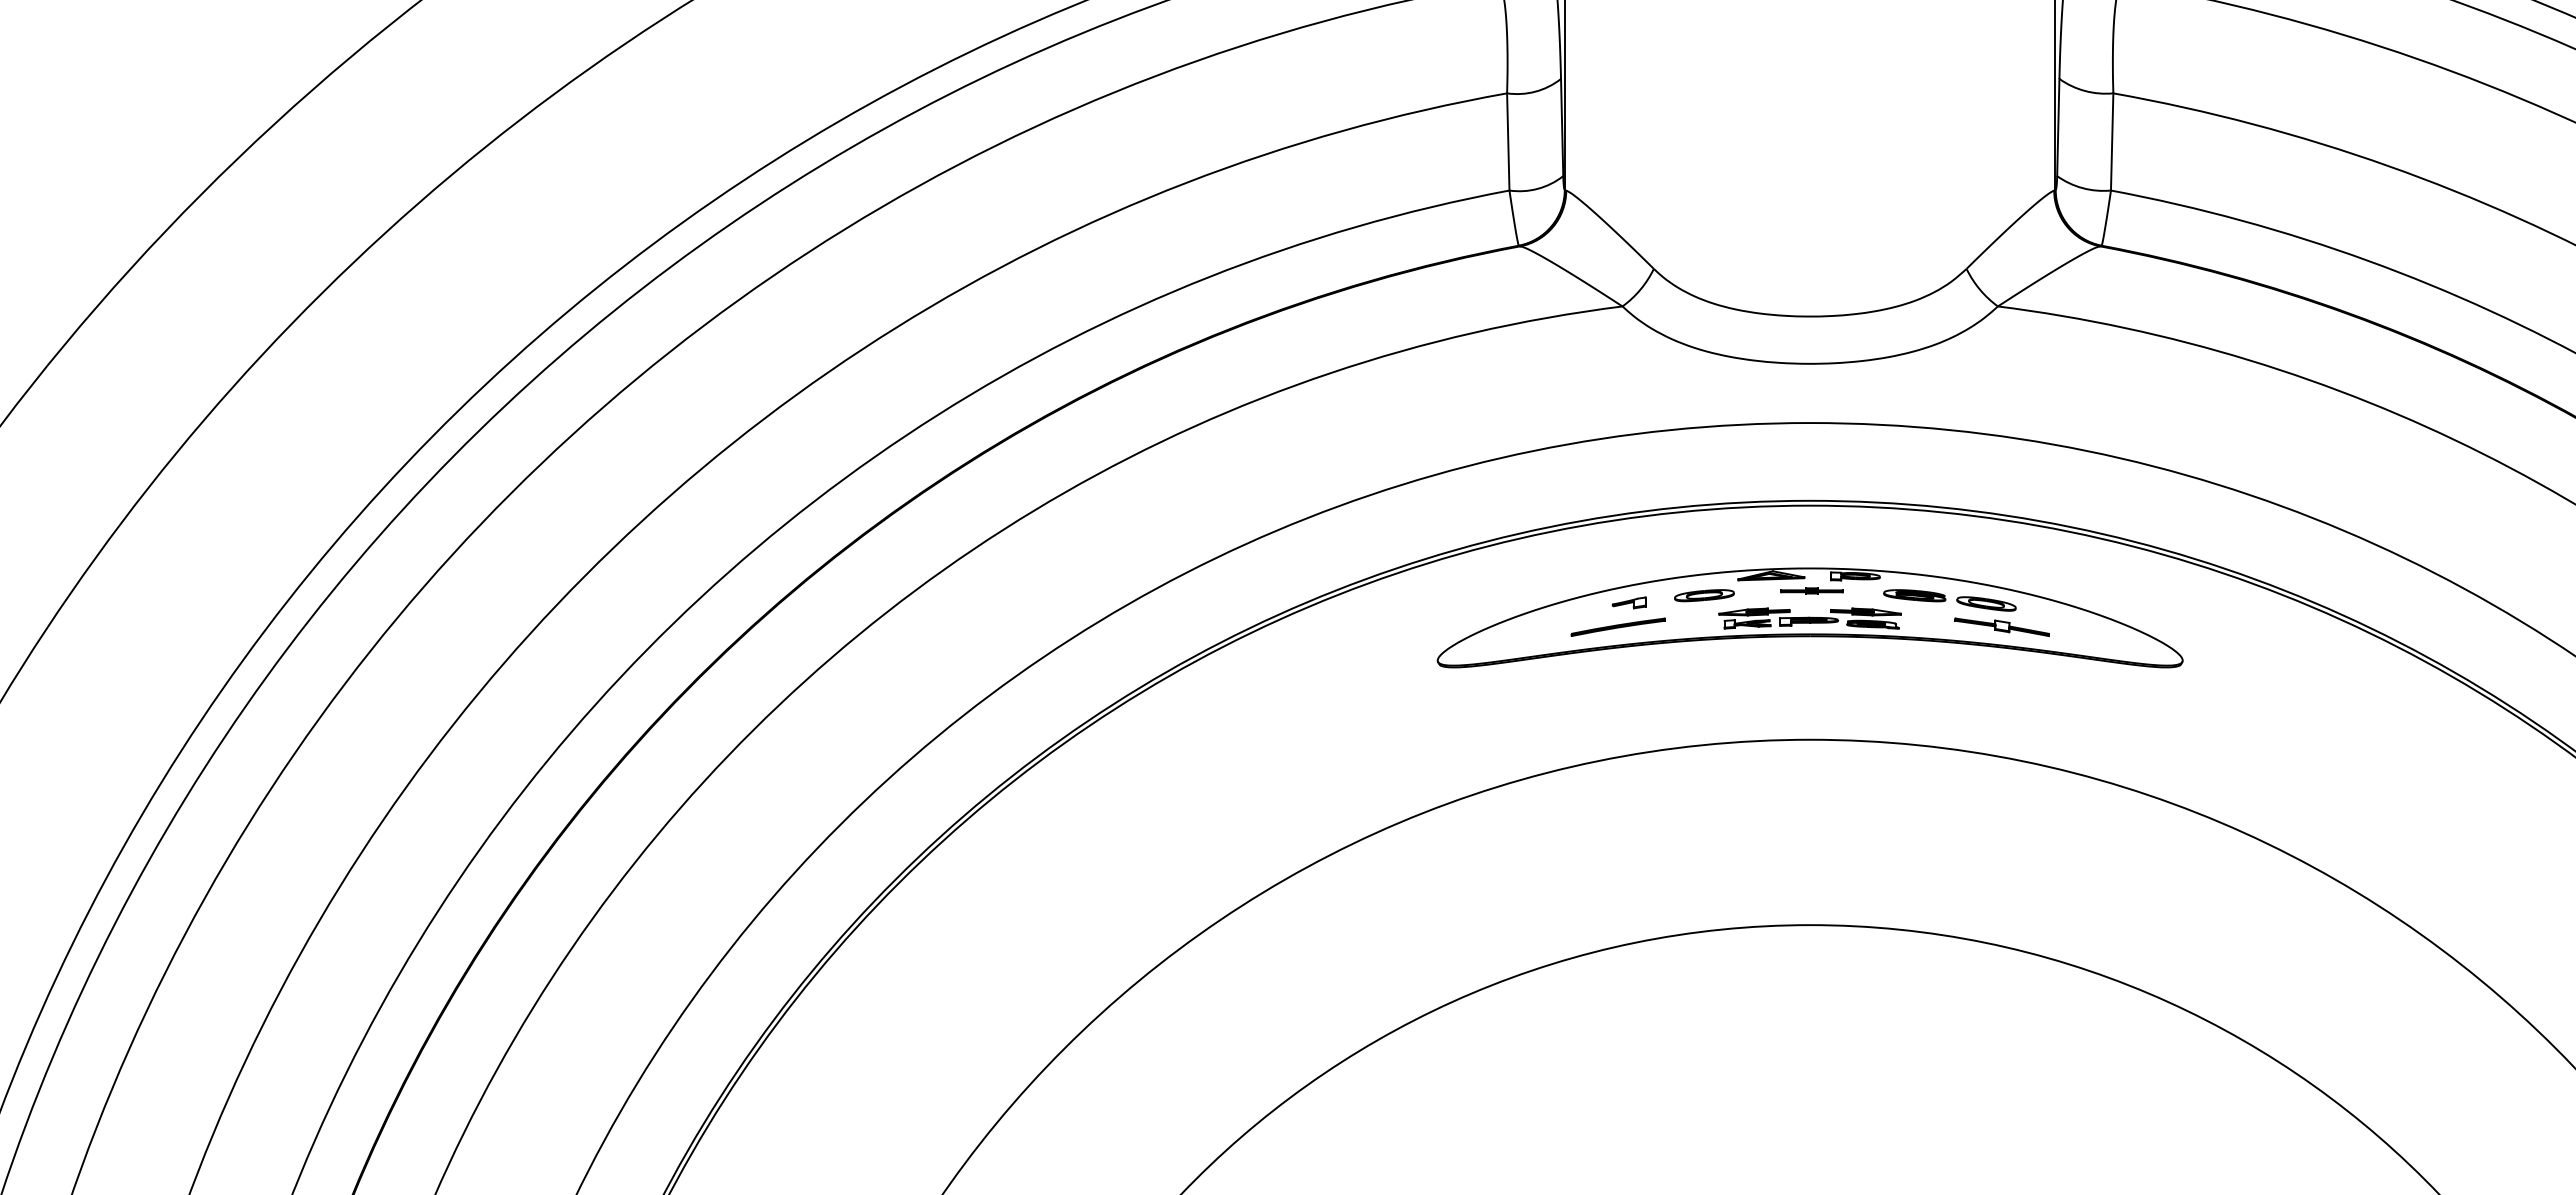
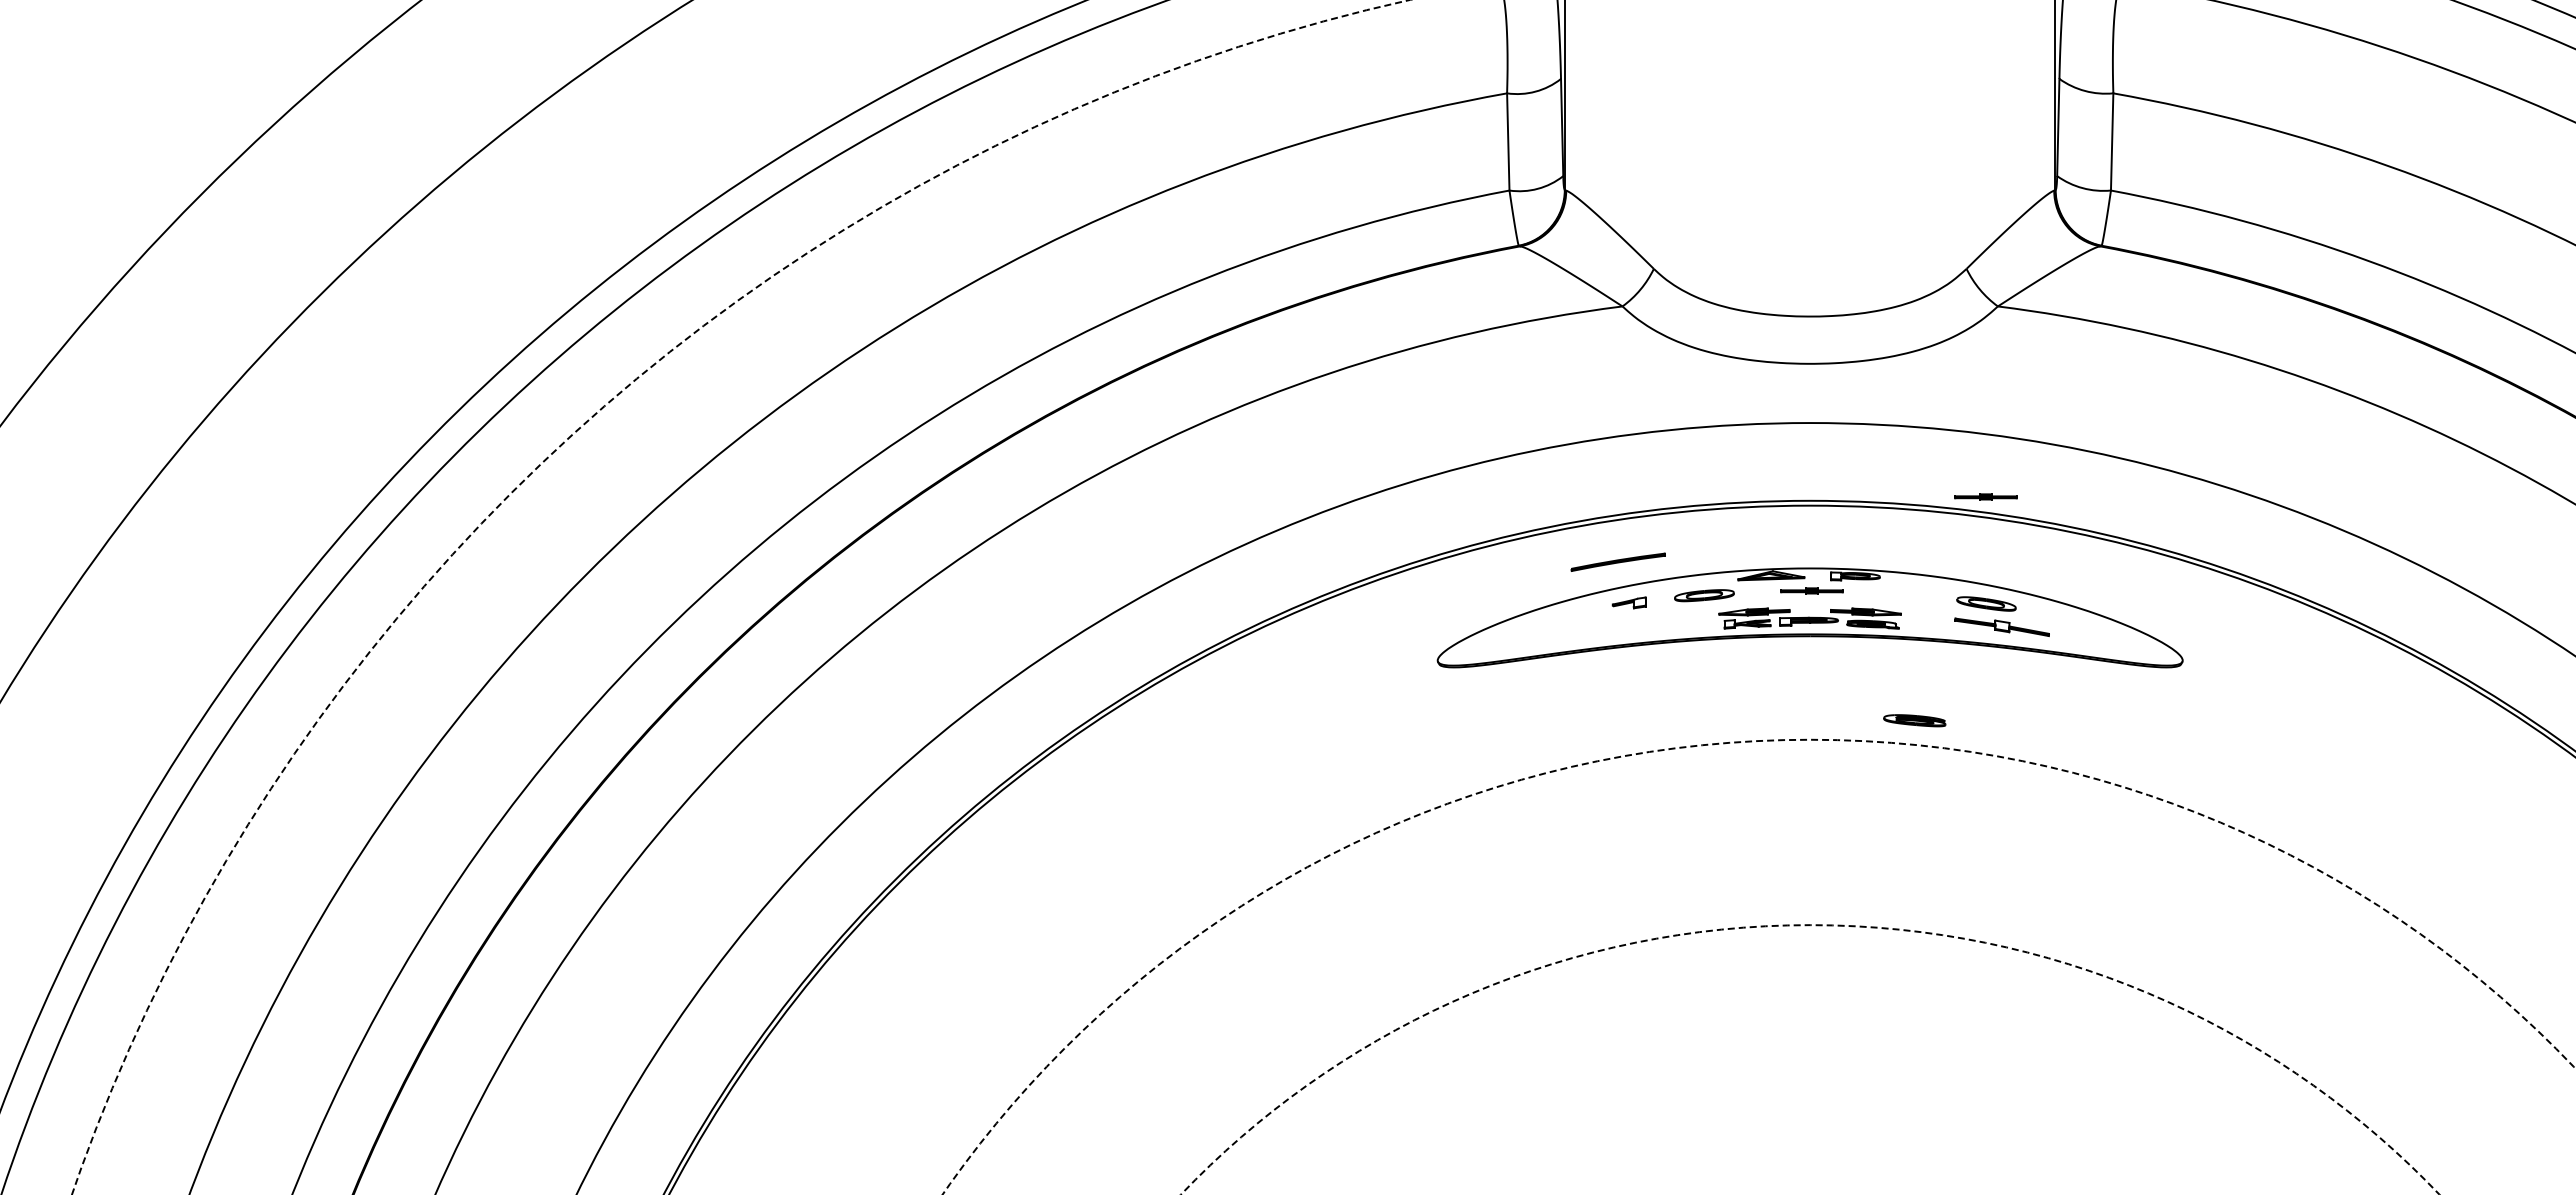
arc at (583, 424): solid -> dashed
part at (1985, 496): none -> present
part at (1914, 595) position: (1914, 595) -> (1914, 720)
part at (1617, 626) position: (1617, 626) -> (1617, 561)
circle at (1758, 966): solid -> dashed
circle at (1810, 1059): solid -> dashed
